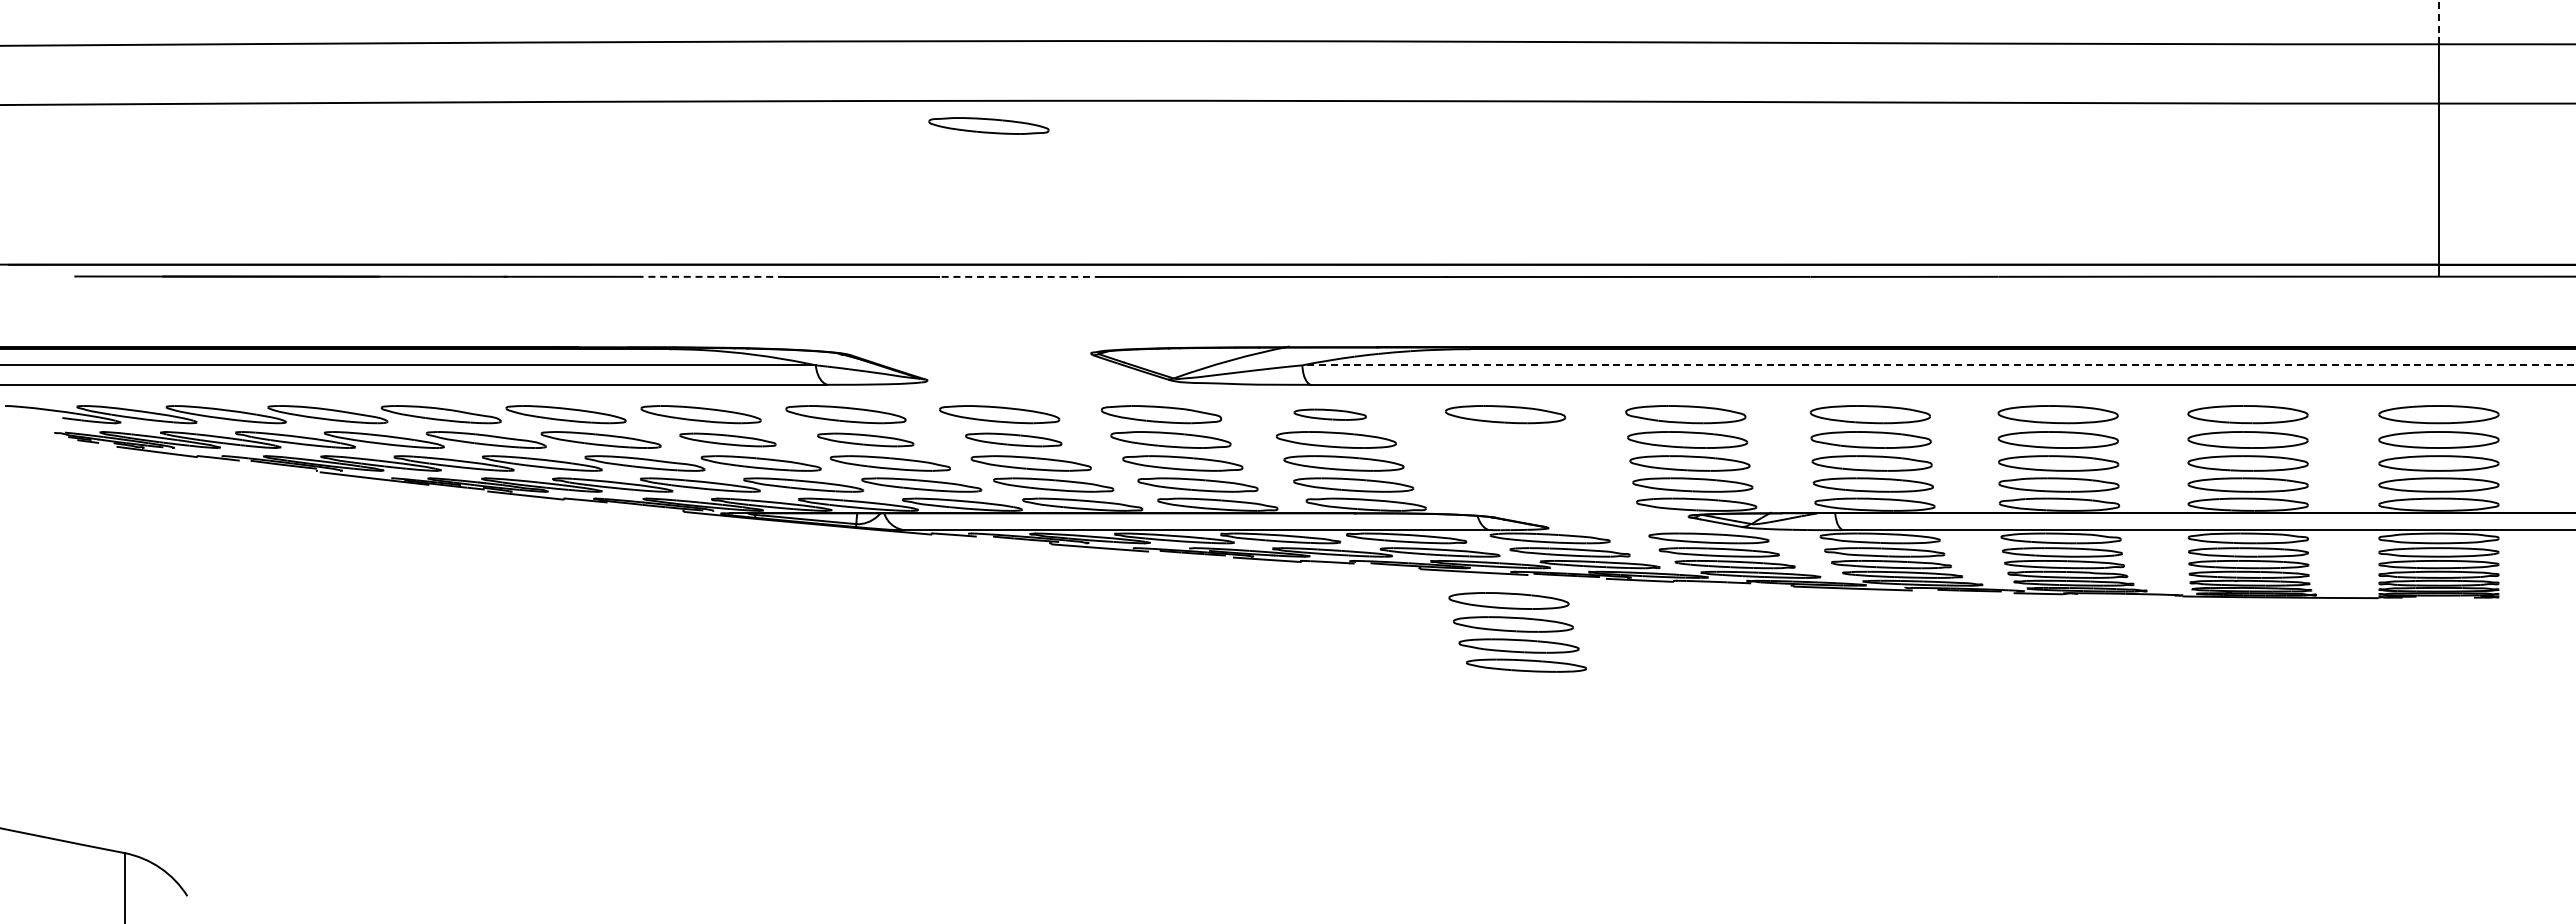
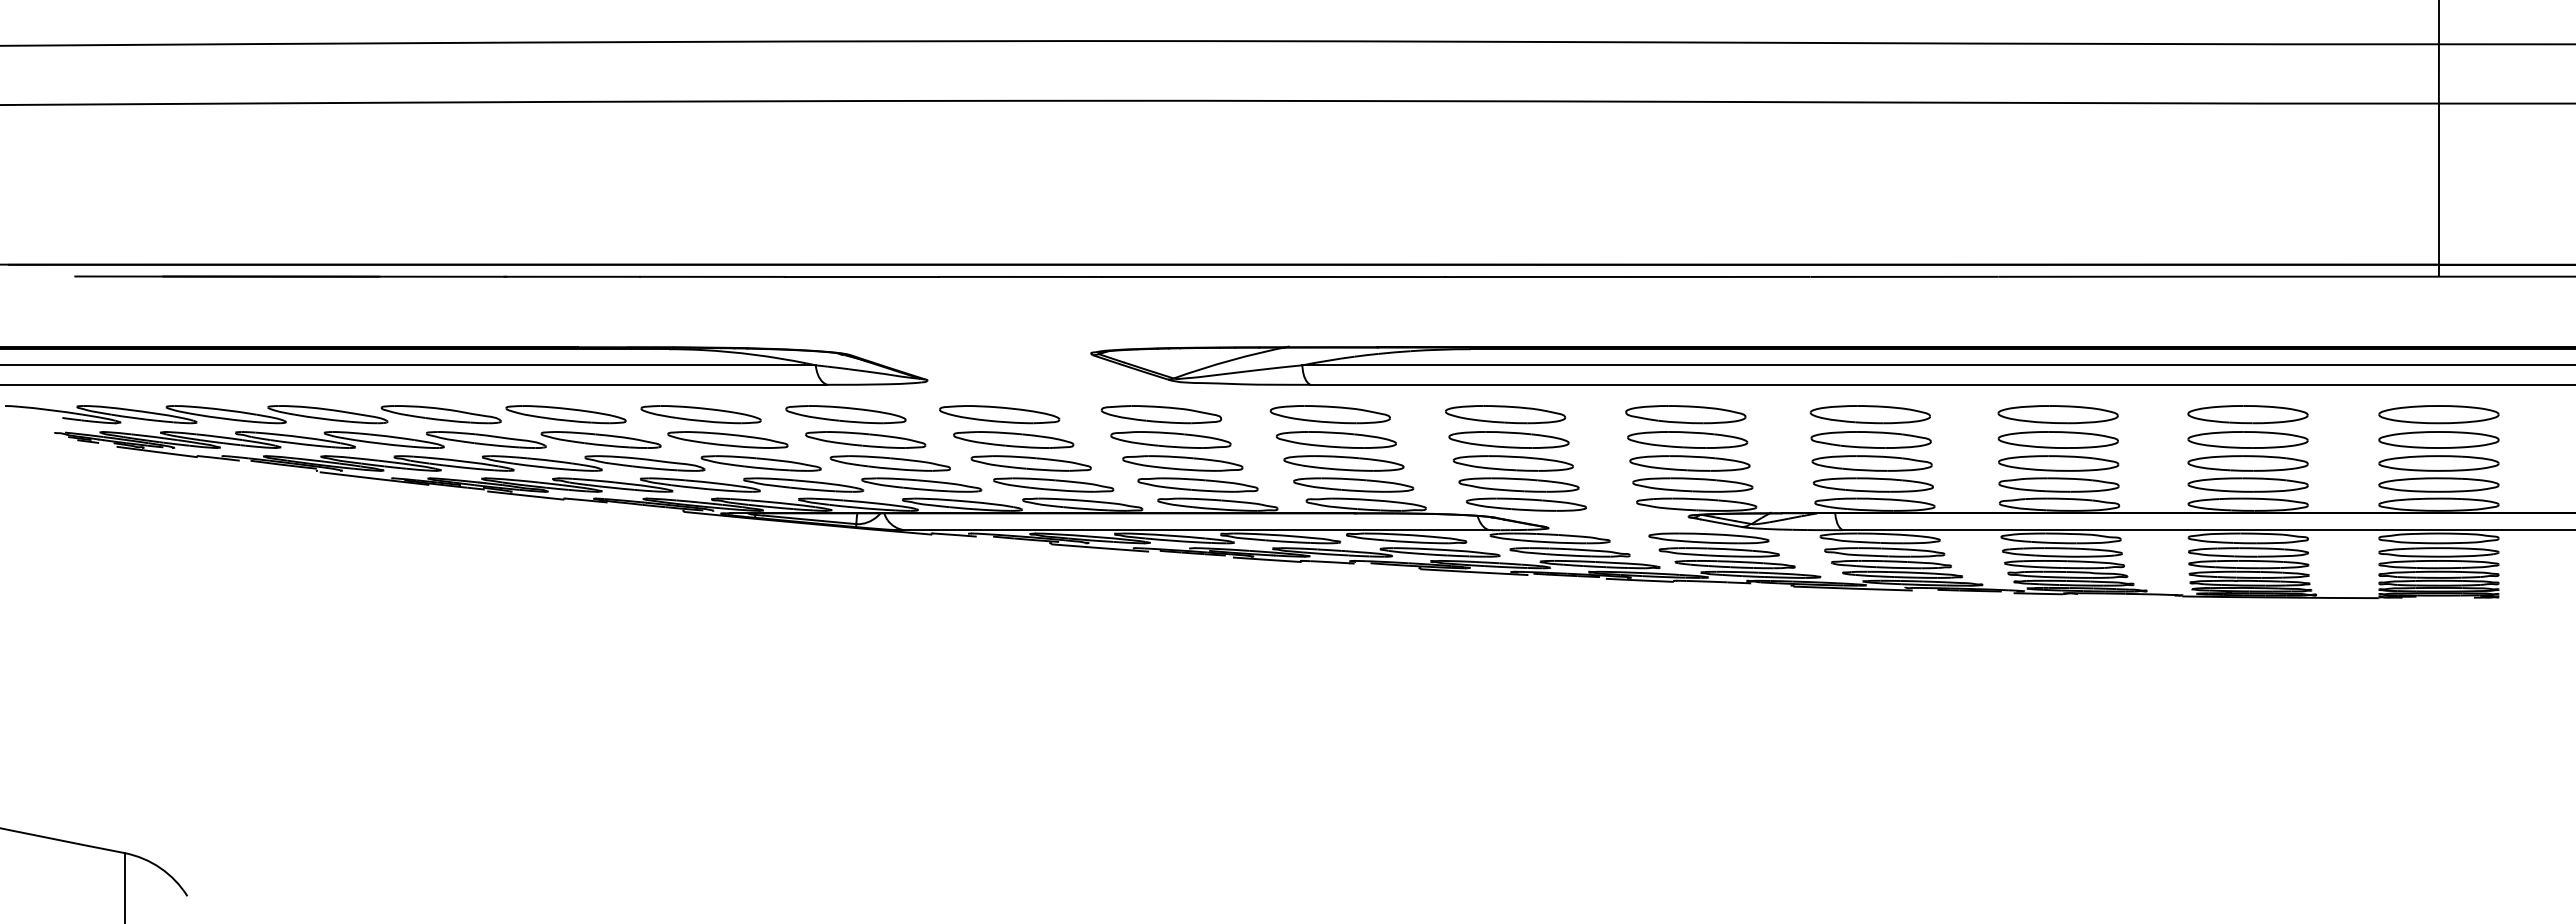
line at (2438, 22): dashed -> solid
part at (988, 125): present -> none
line at (711, 276): dashed -> solid
line at (1019, 276): dashed -> solid
line at (1939, 365): dashed -> solid
part at (1329, 414) size: 74x13 px -> 122x20 px
part at (727, 439) size: 98x16 px -> 122x18 px
part at (865, 439) size: 98x16 px -> 122x18 px
part at (1013, 439) size: 98x16 px -> 122x18 px
part at (1517, 632) position: (1517, 632) -> (1517, 471)
